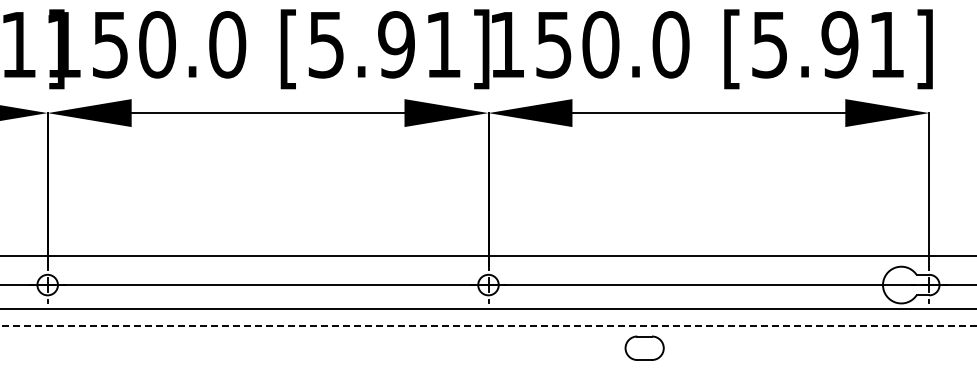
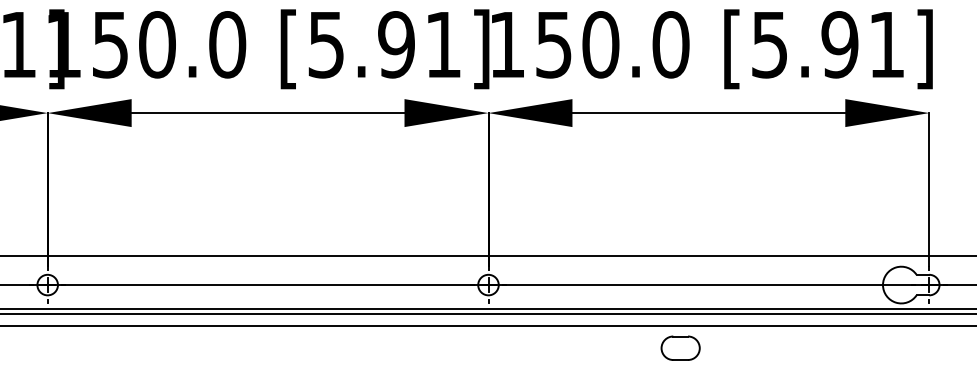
line at (487, 314): none -> present
line at (488, 326): dashed -> solid
part at (644, 347) position: (644, 347) -> (680, 347)
